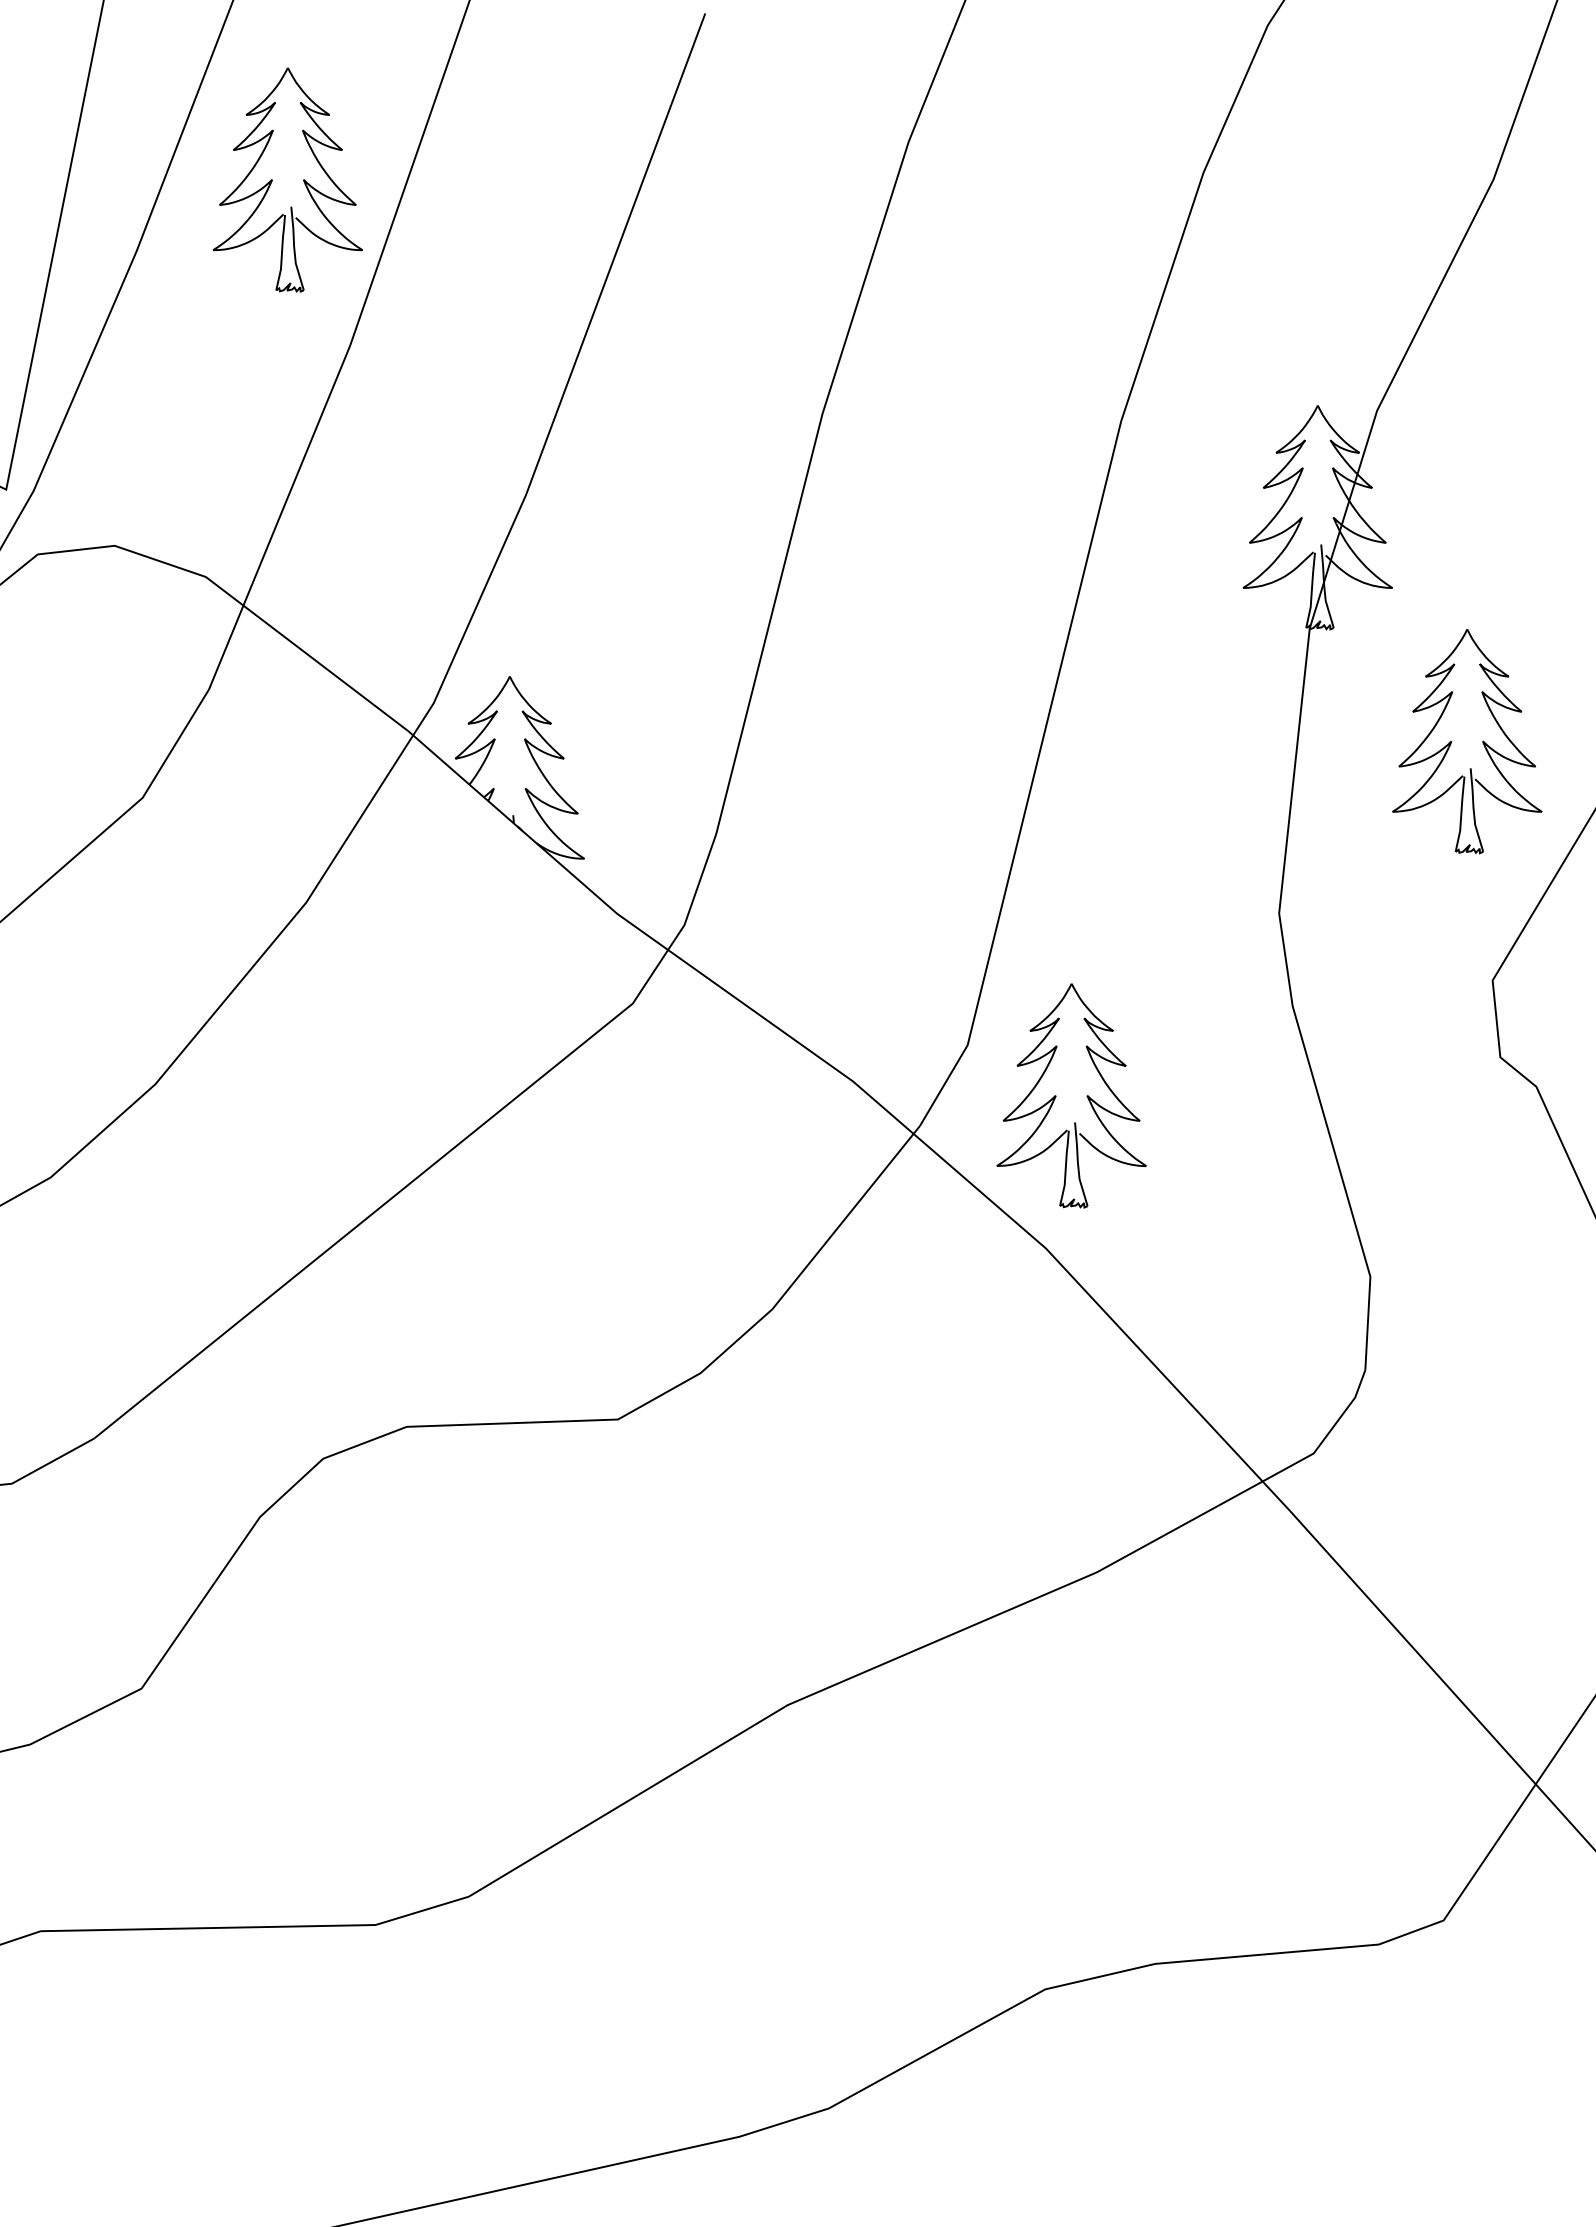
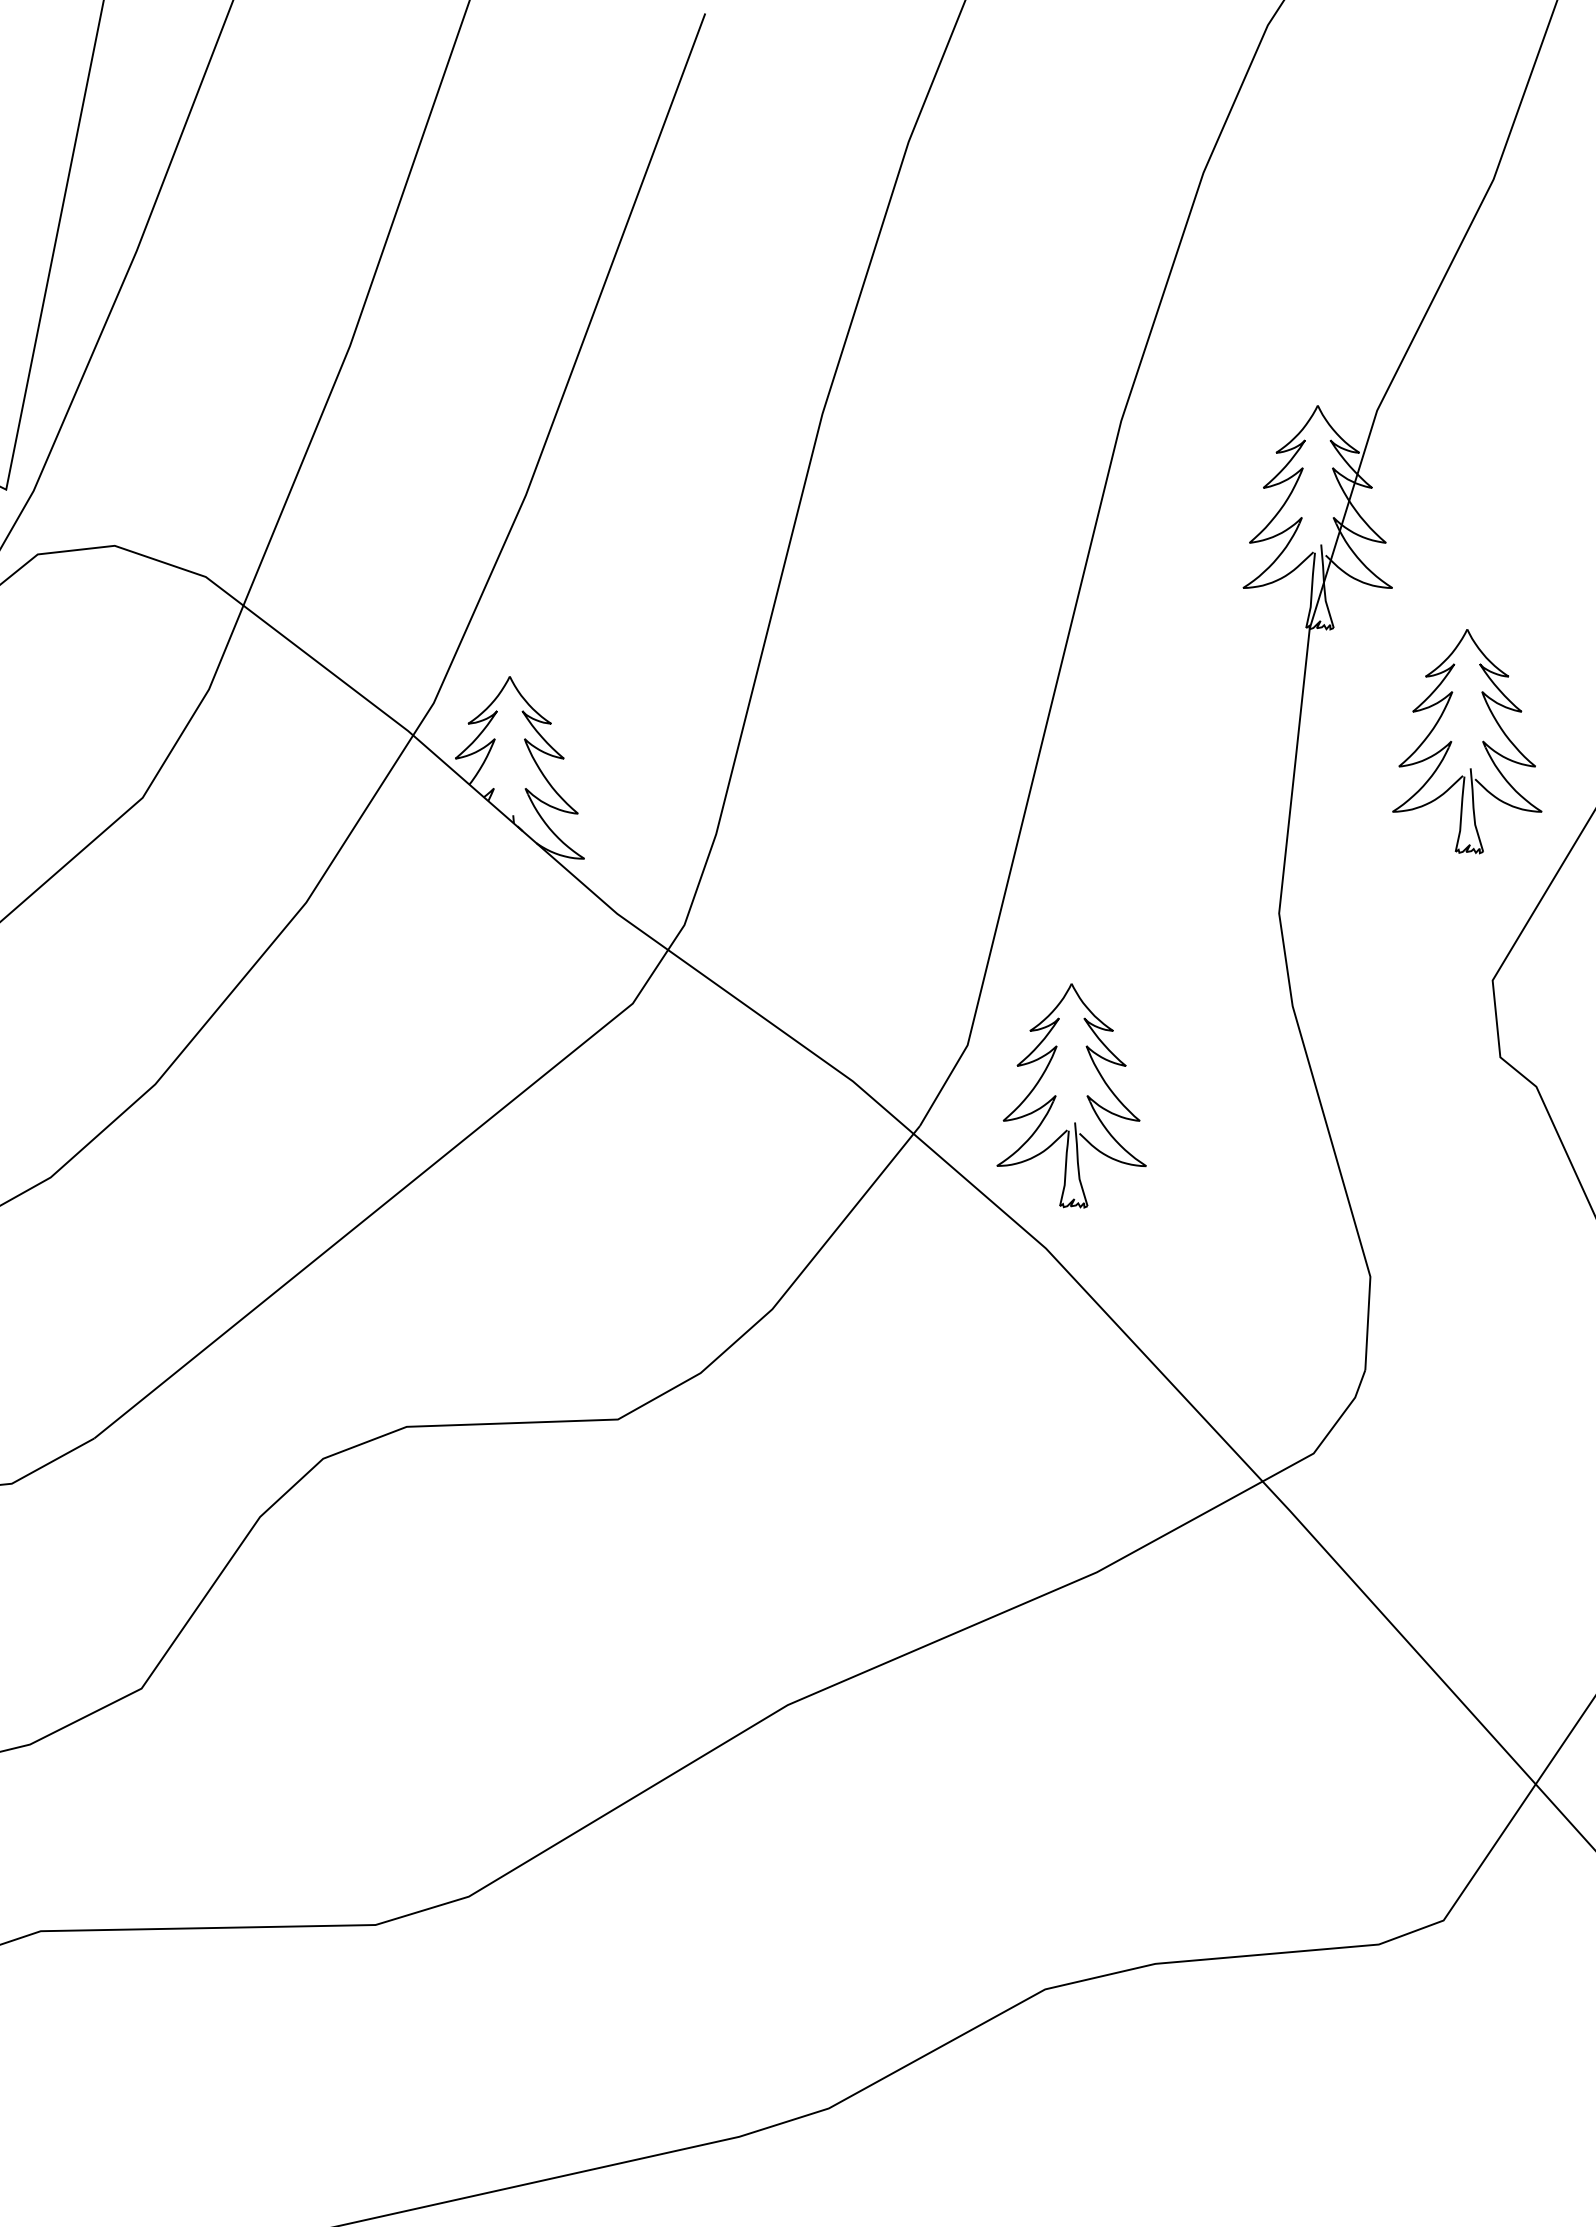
part at (272, 179): present -> none
